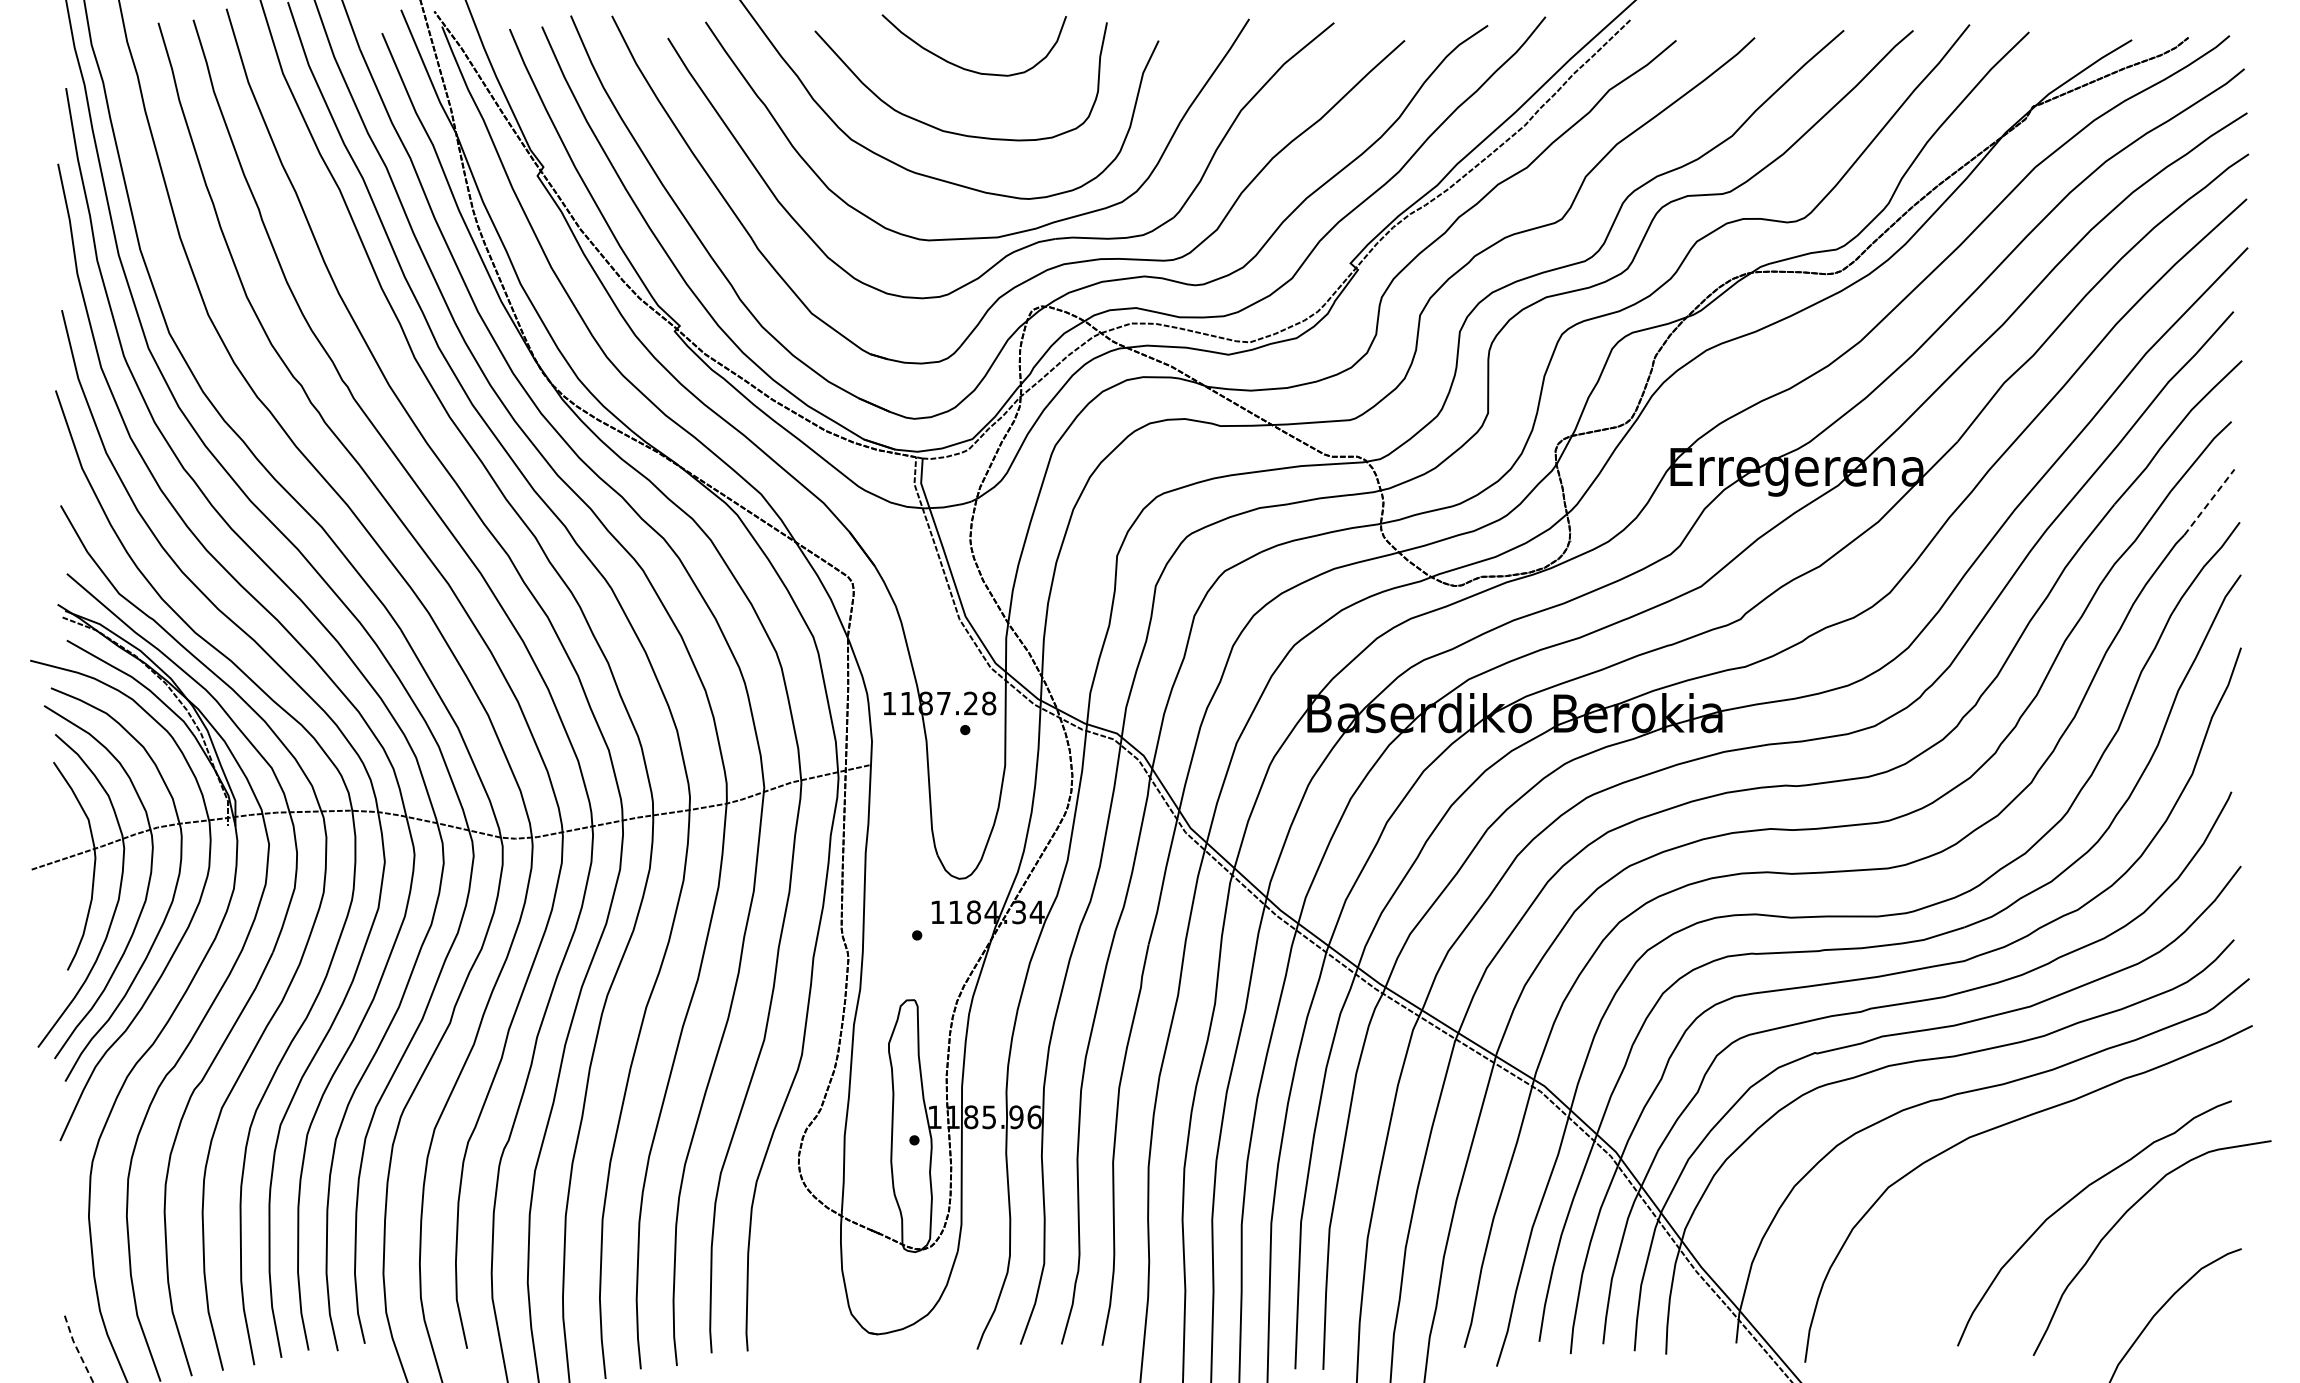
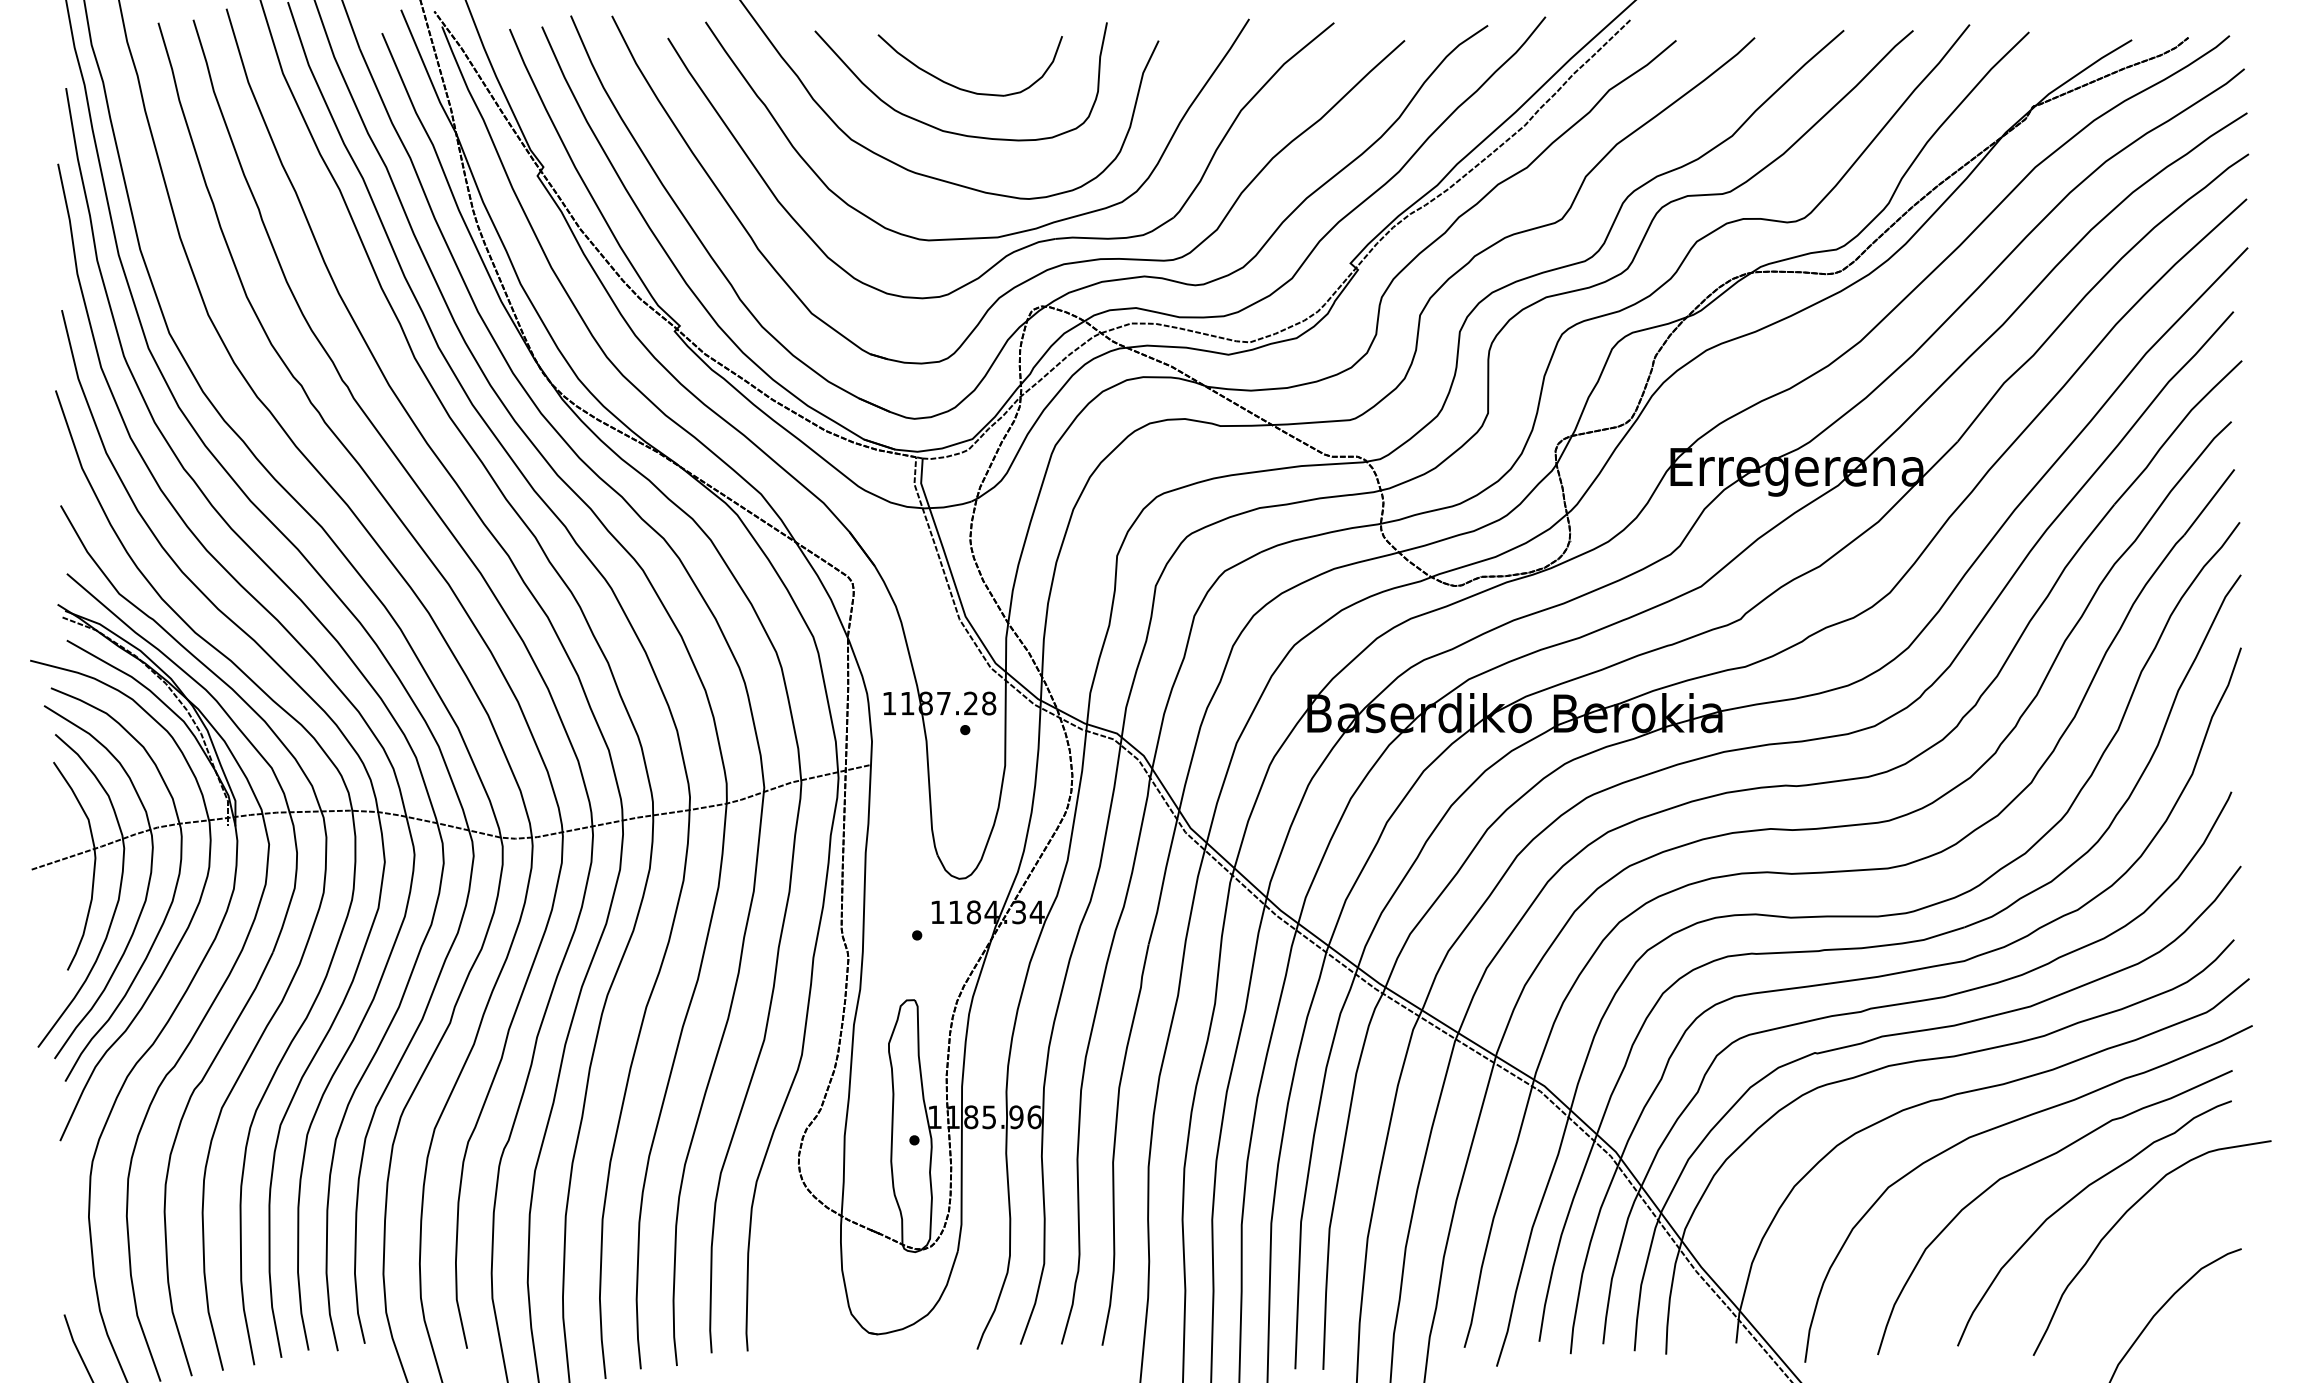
part at (966, 68) position: (966, 68) -> (962, 88)
line at (2209, 501): dashed -> solid
curve at (2032, 1165): none -> present
line at (77, 1349): dashed -> solid
